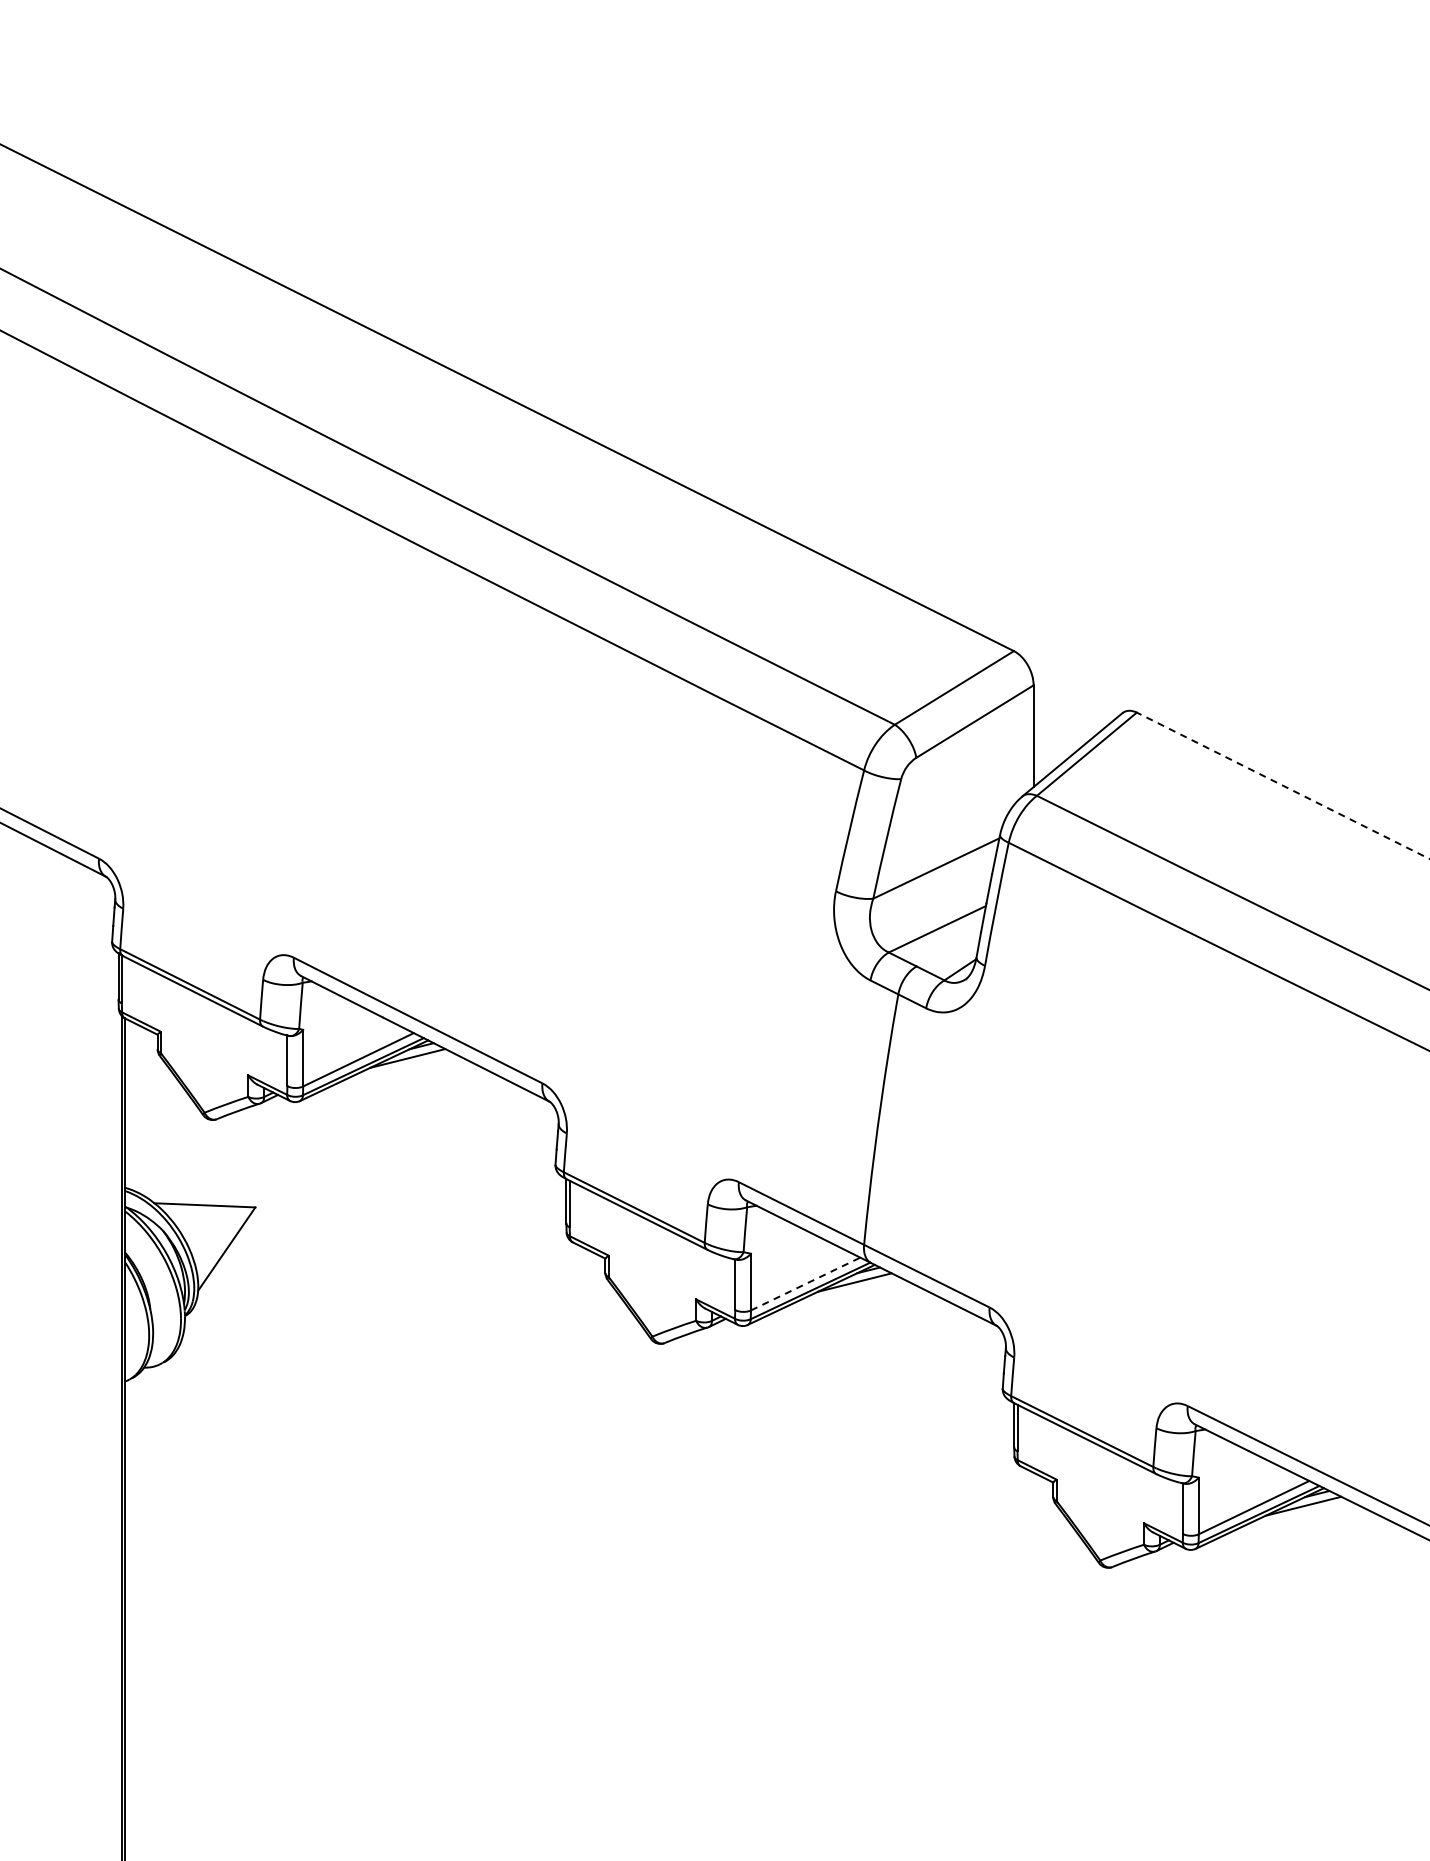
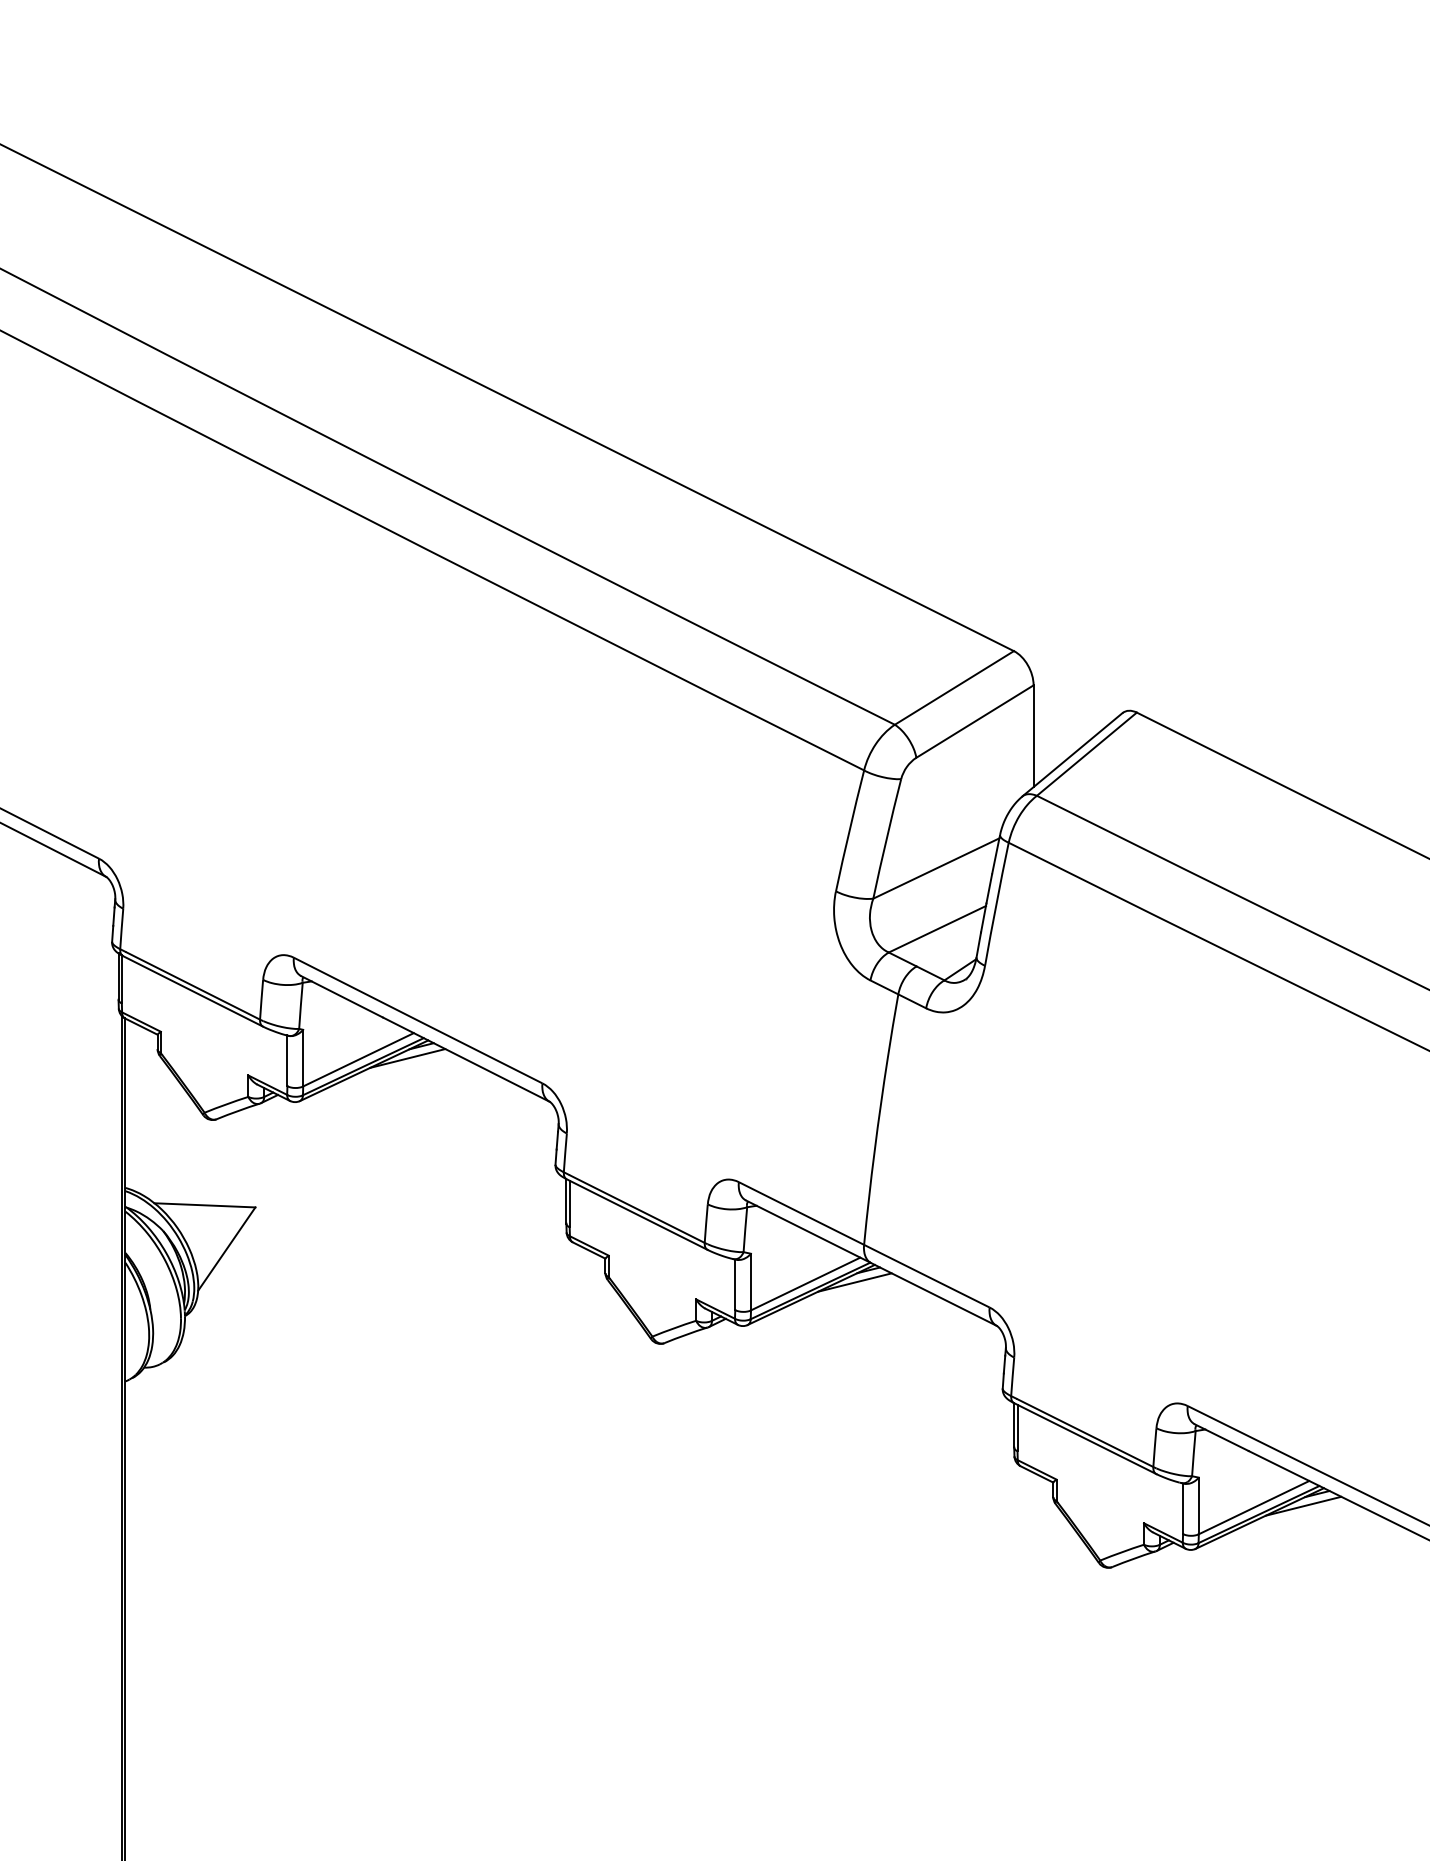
line at (1282, 785): dashed -> solid
line at (805, 1284): dashed -> solid
